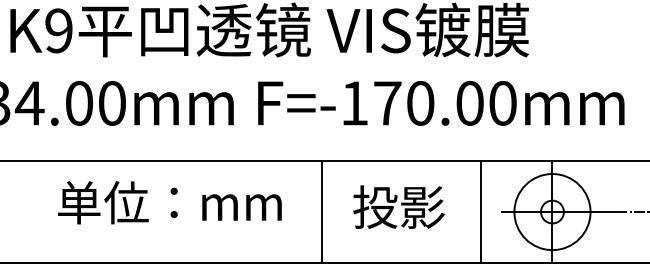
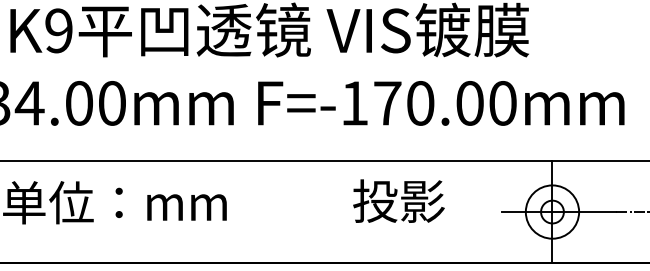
text at (169, 202) position: (169, 202) -> (114, 202)
text at (398, 206) position: (398, 206) -> (398, 200)
line at (322, 211): present -> none
line at (481, 211): present -> none
circle at (552, 212) diameter: 76 px -> 53 px
